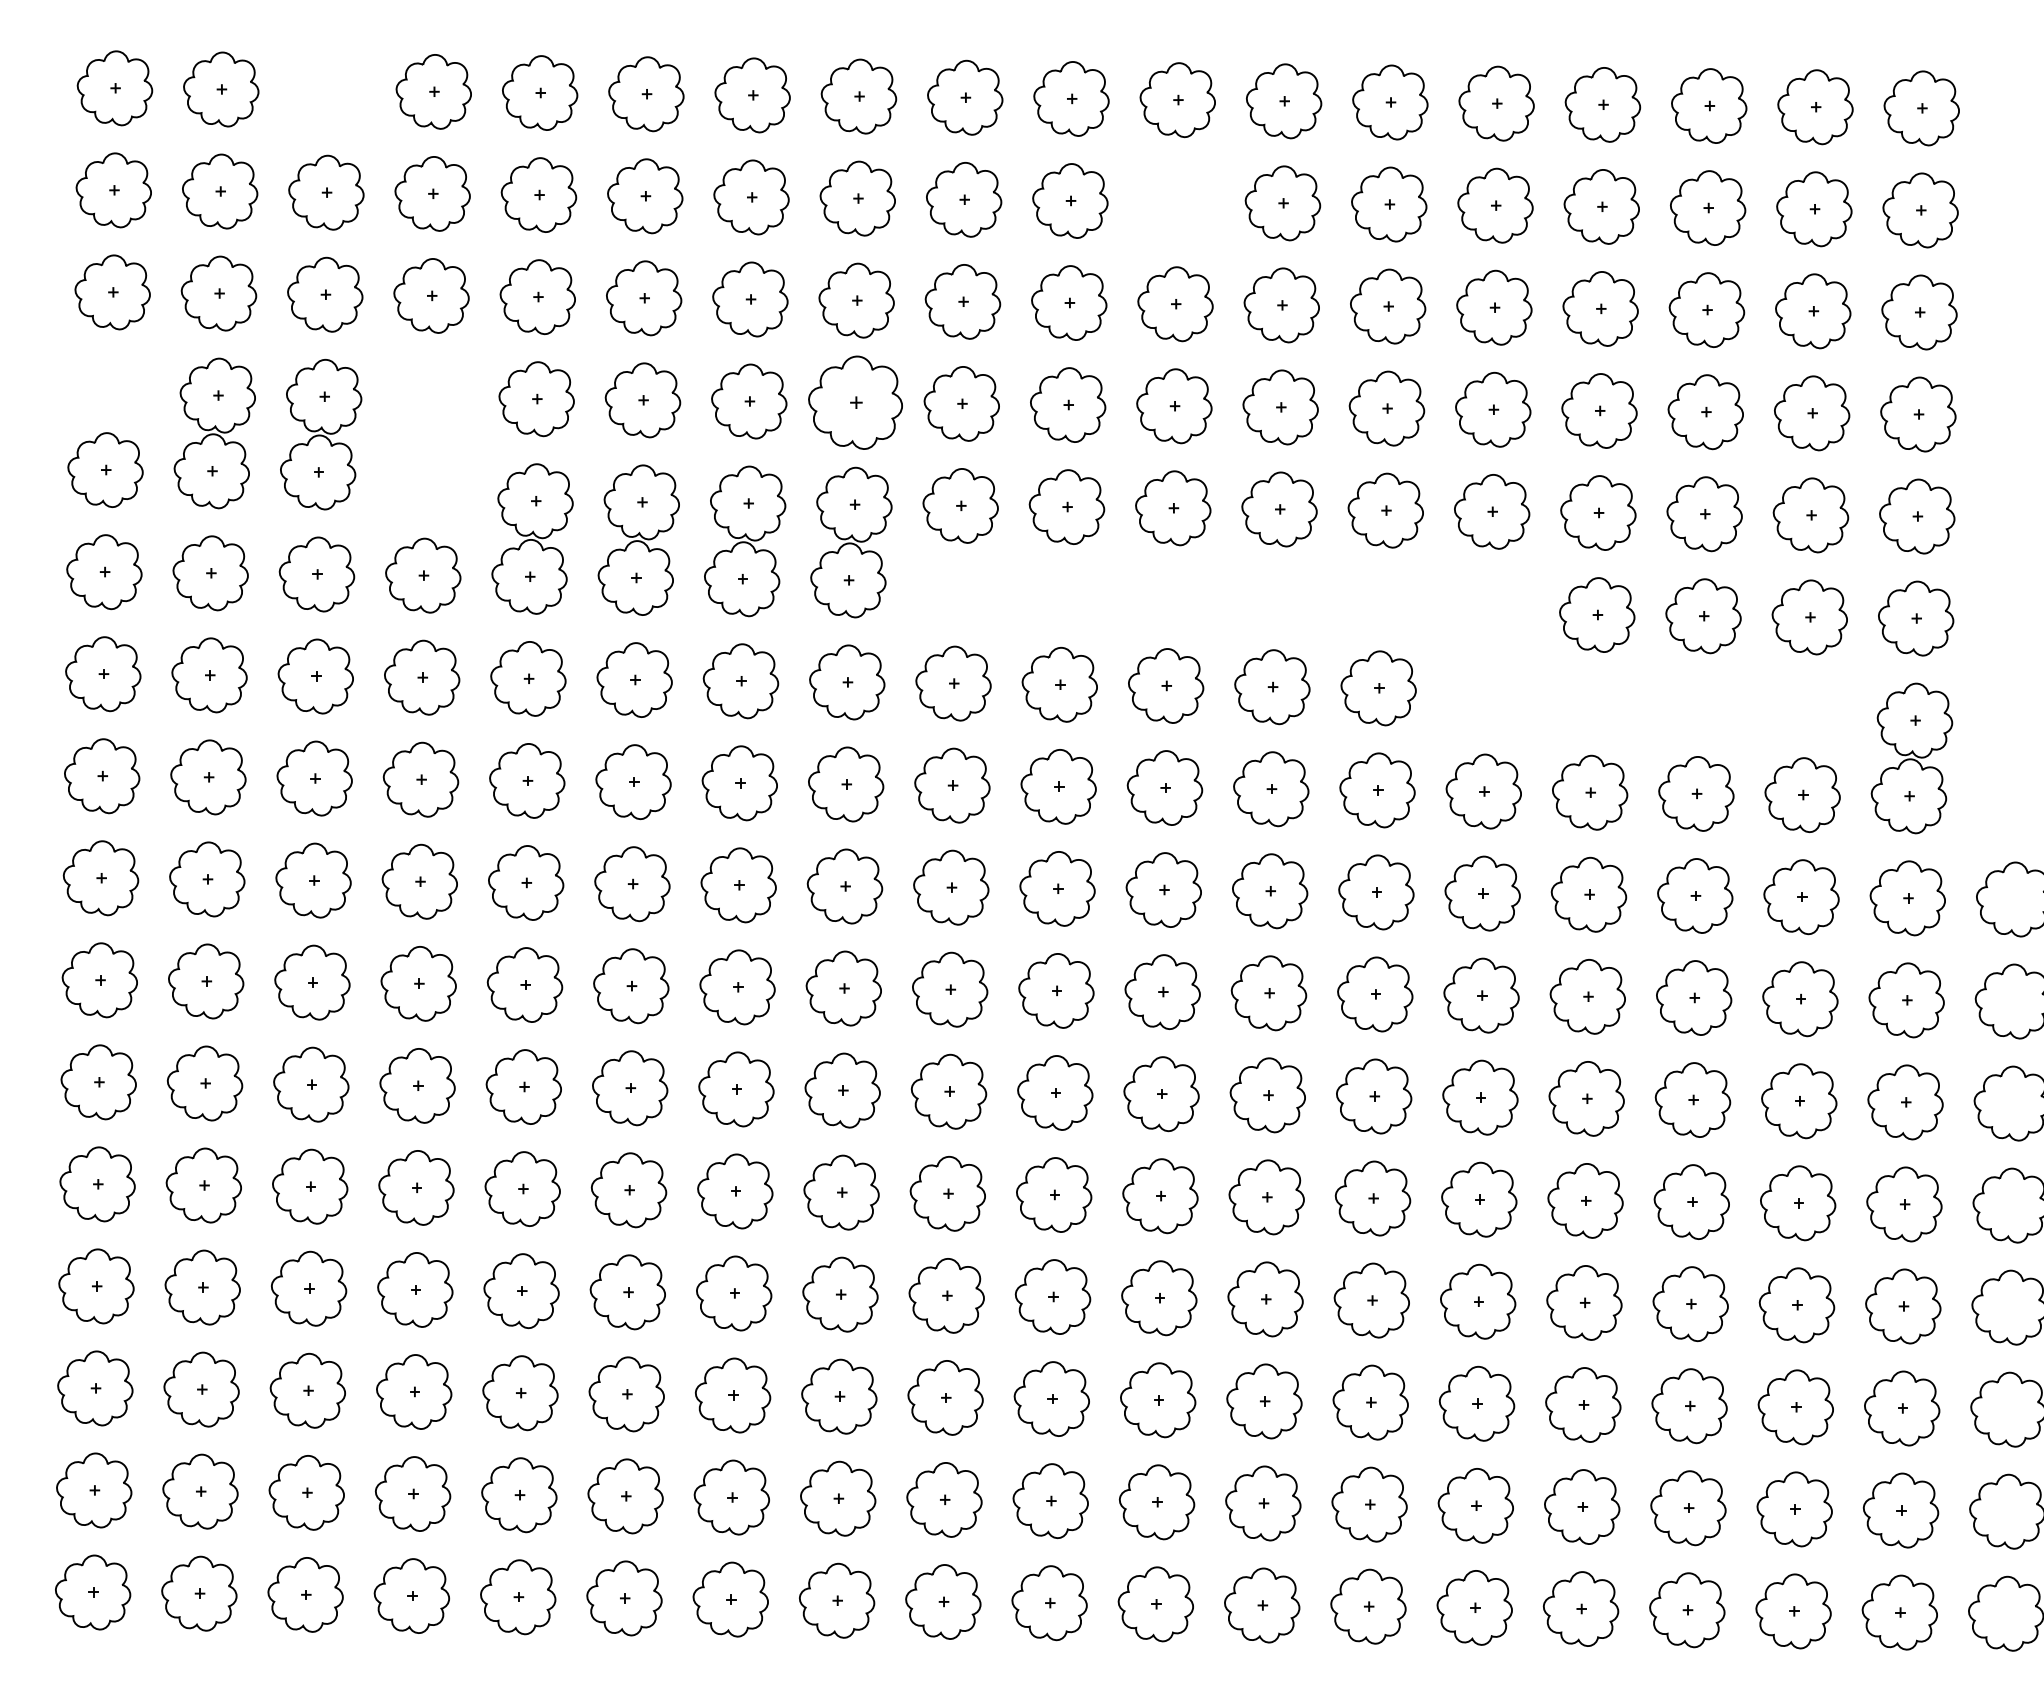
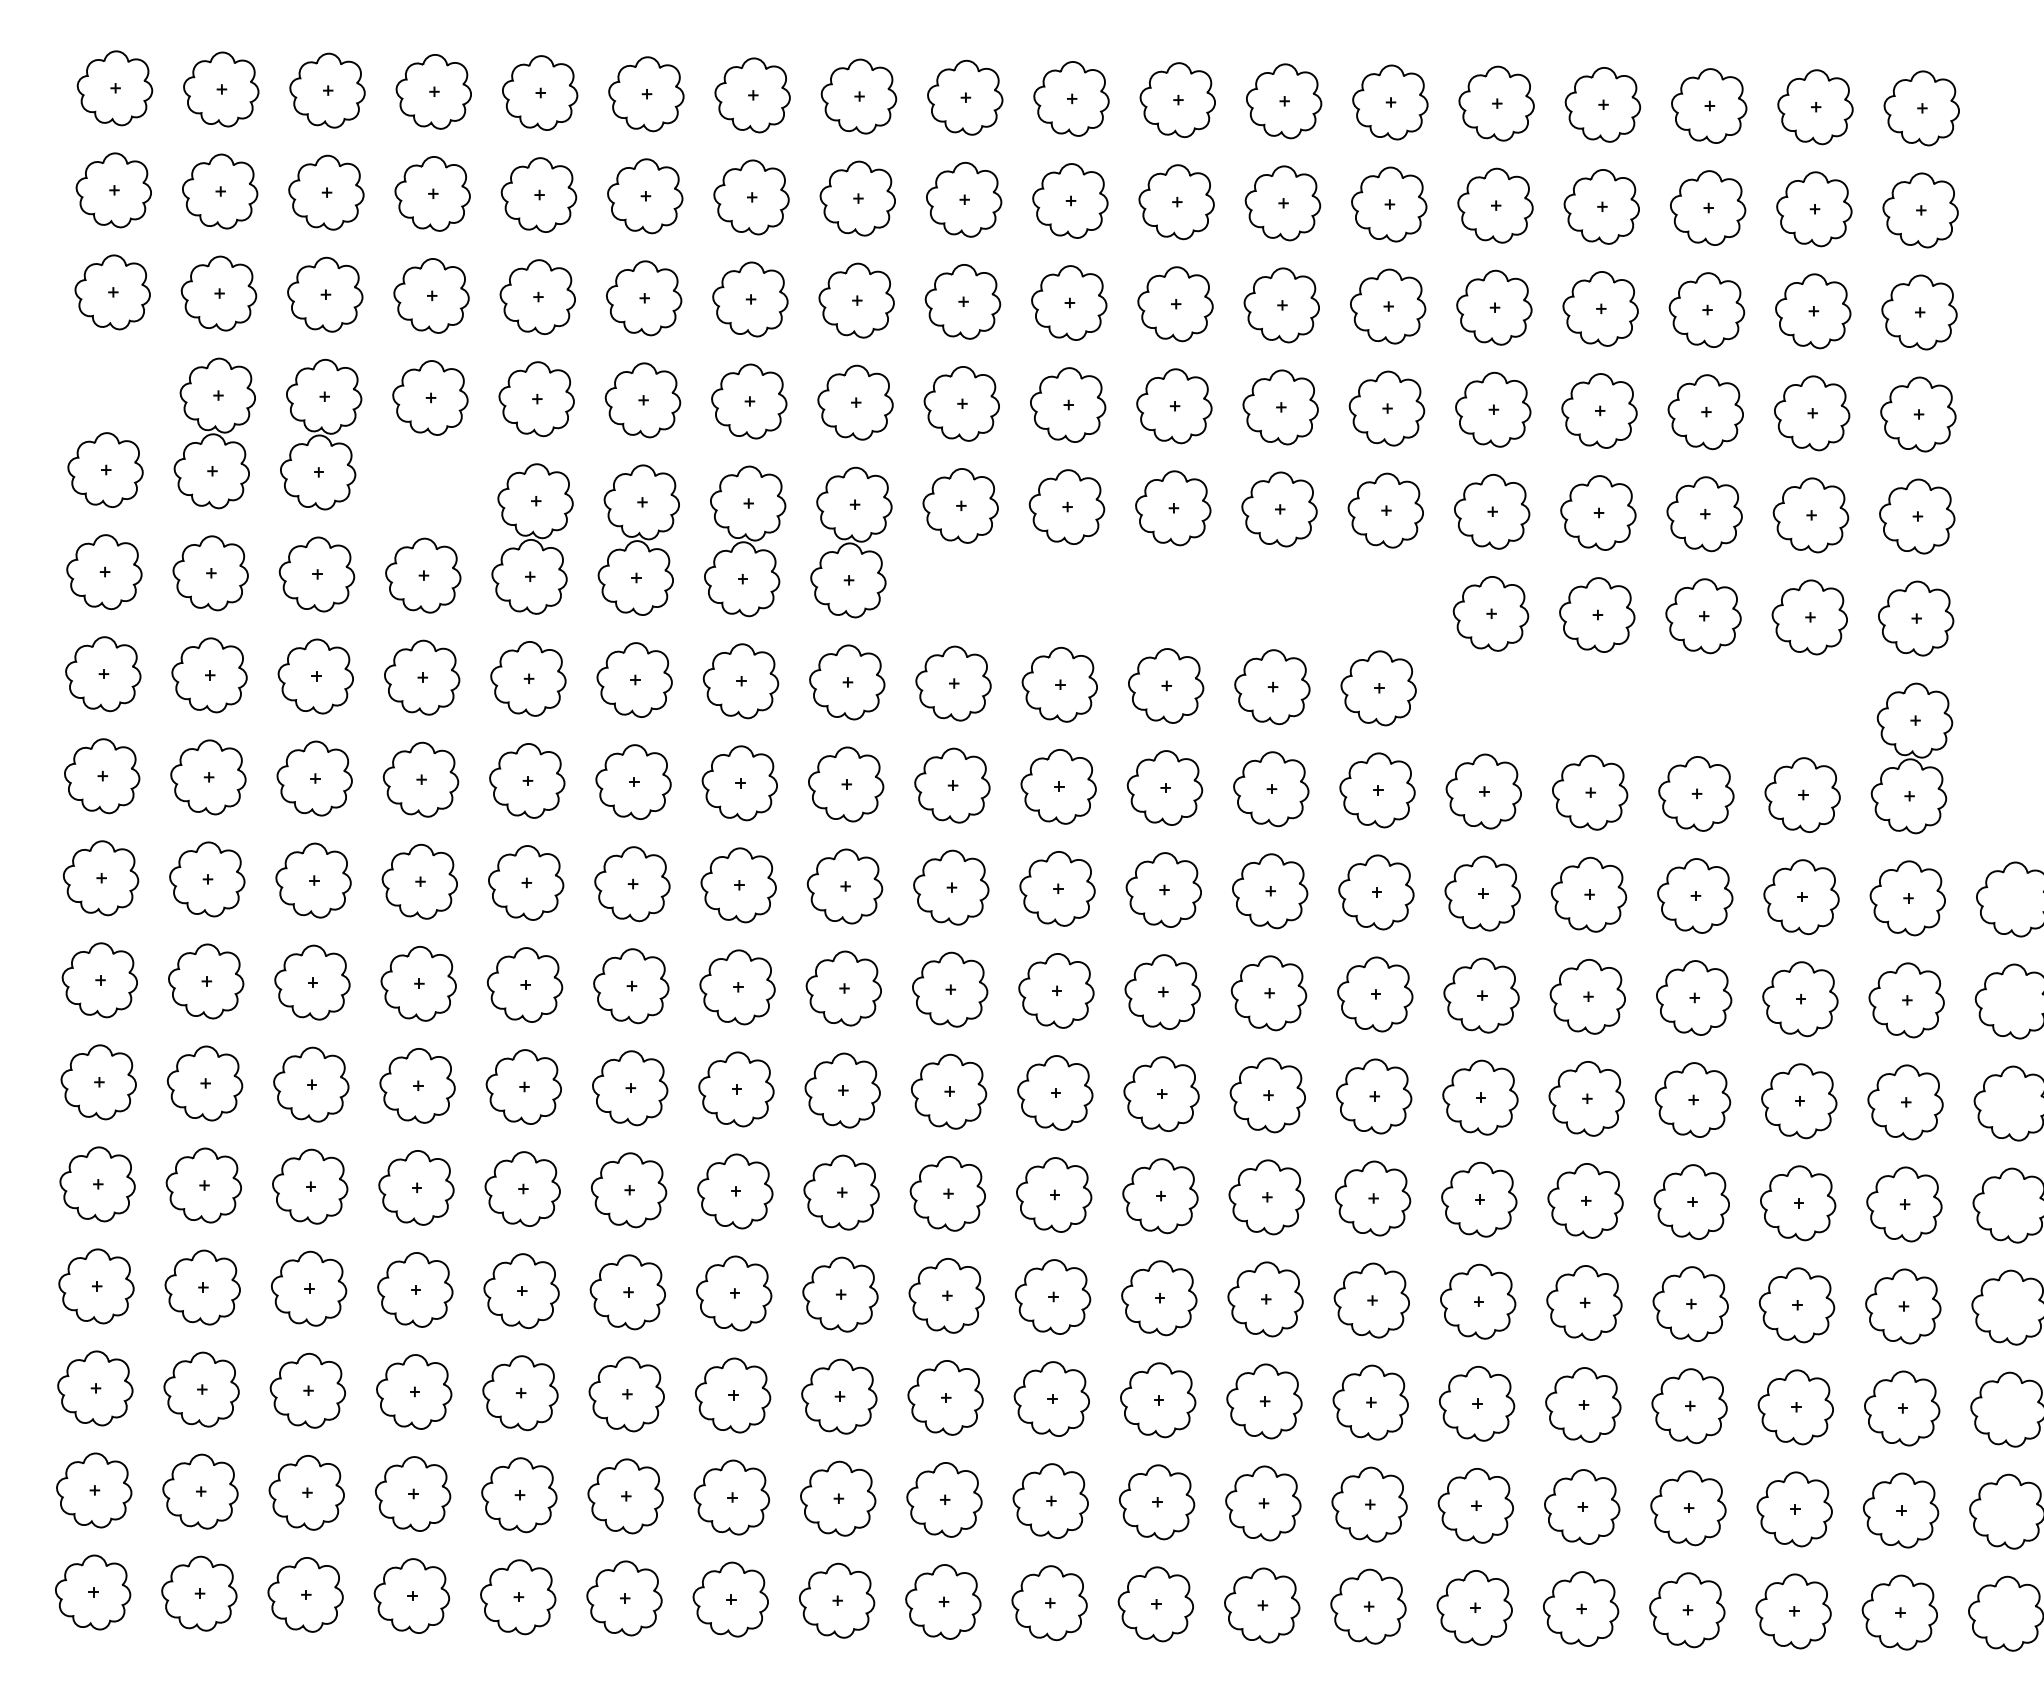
part at (327, 90): none -> present
part at (1176, 202): none -> present
part at (430, 397): none -> present
part at (855, 402) size: 95x95 px -> 77x77 px
part at (1490, 613): none -> present
